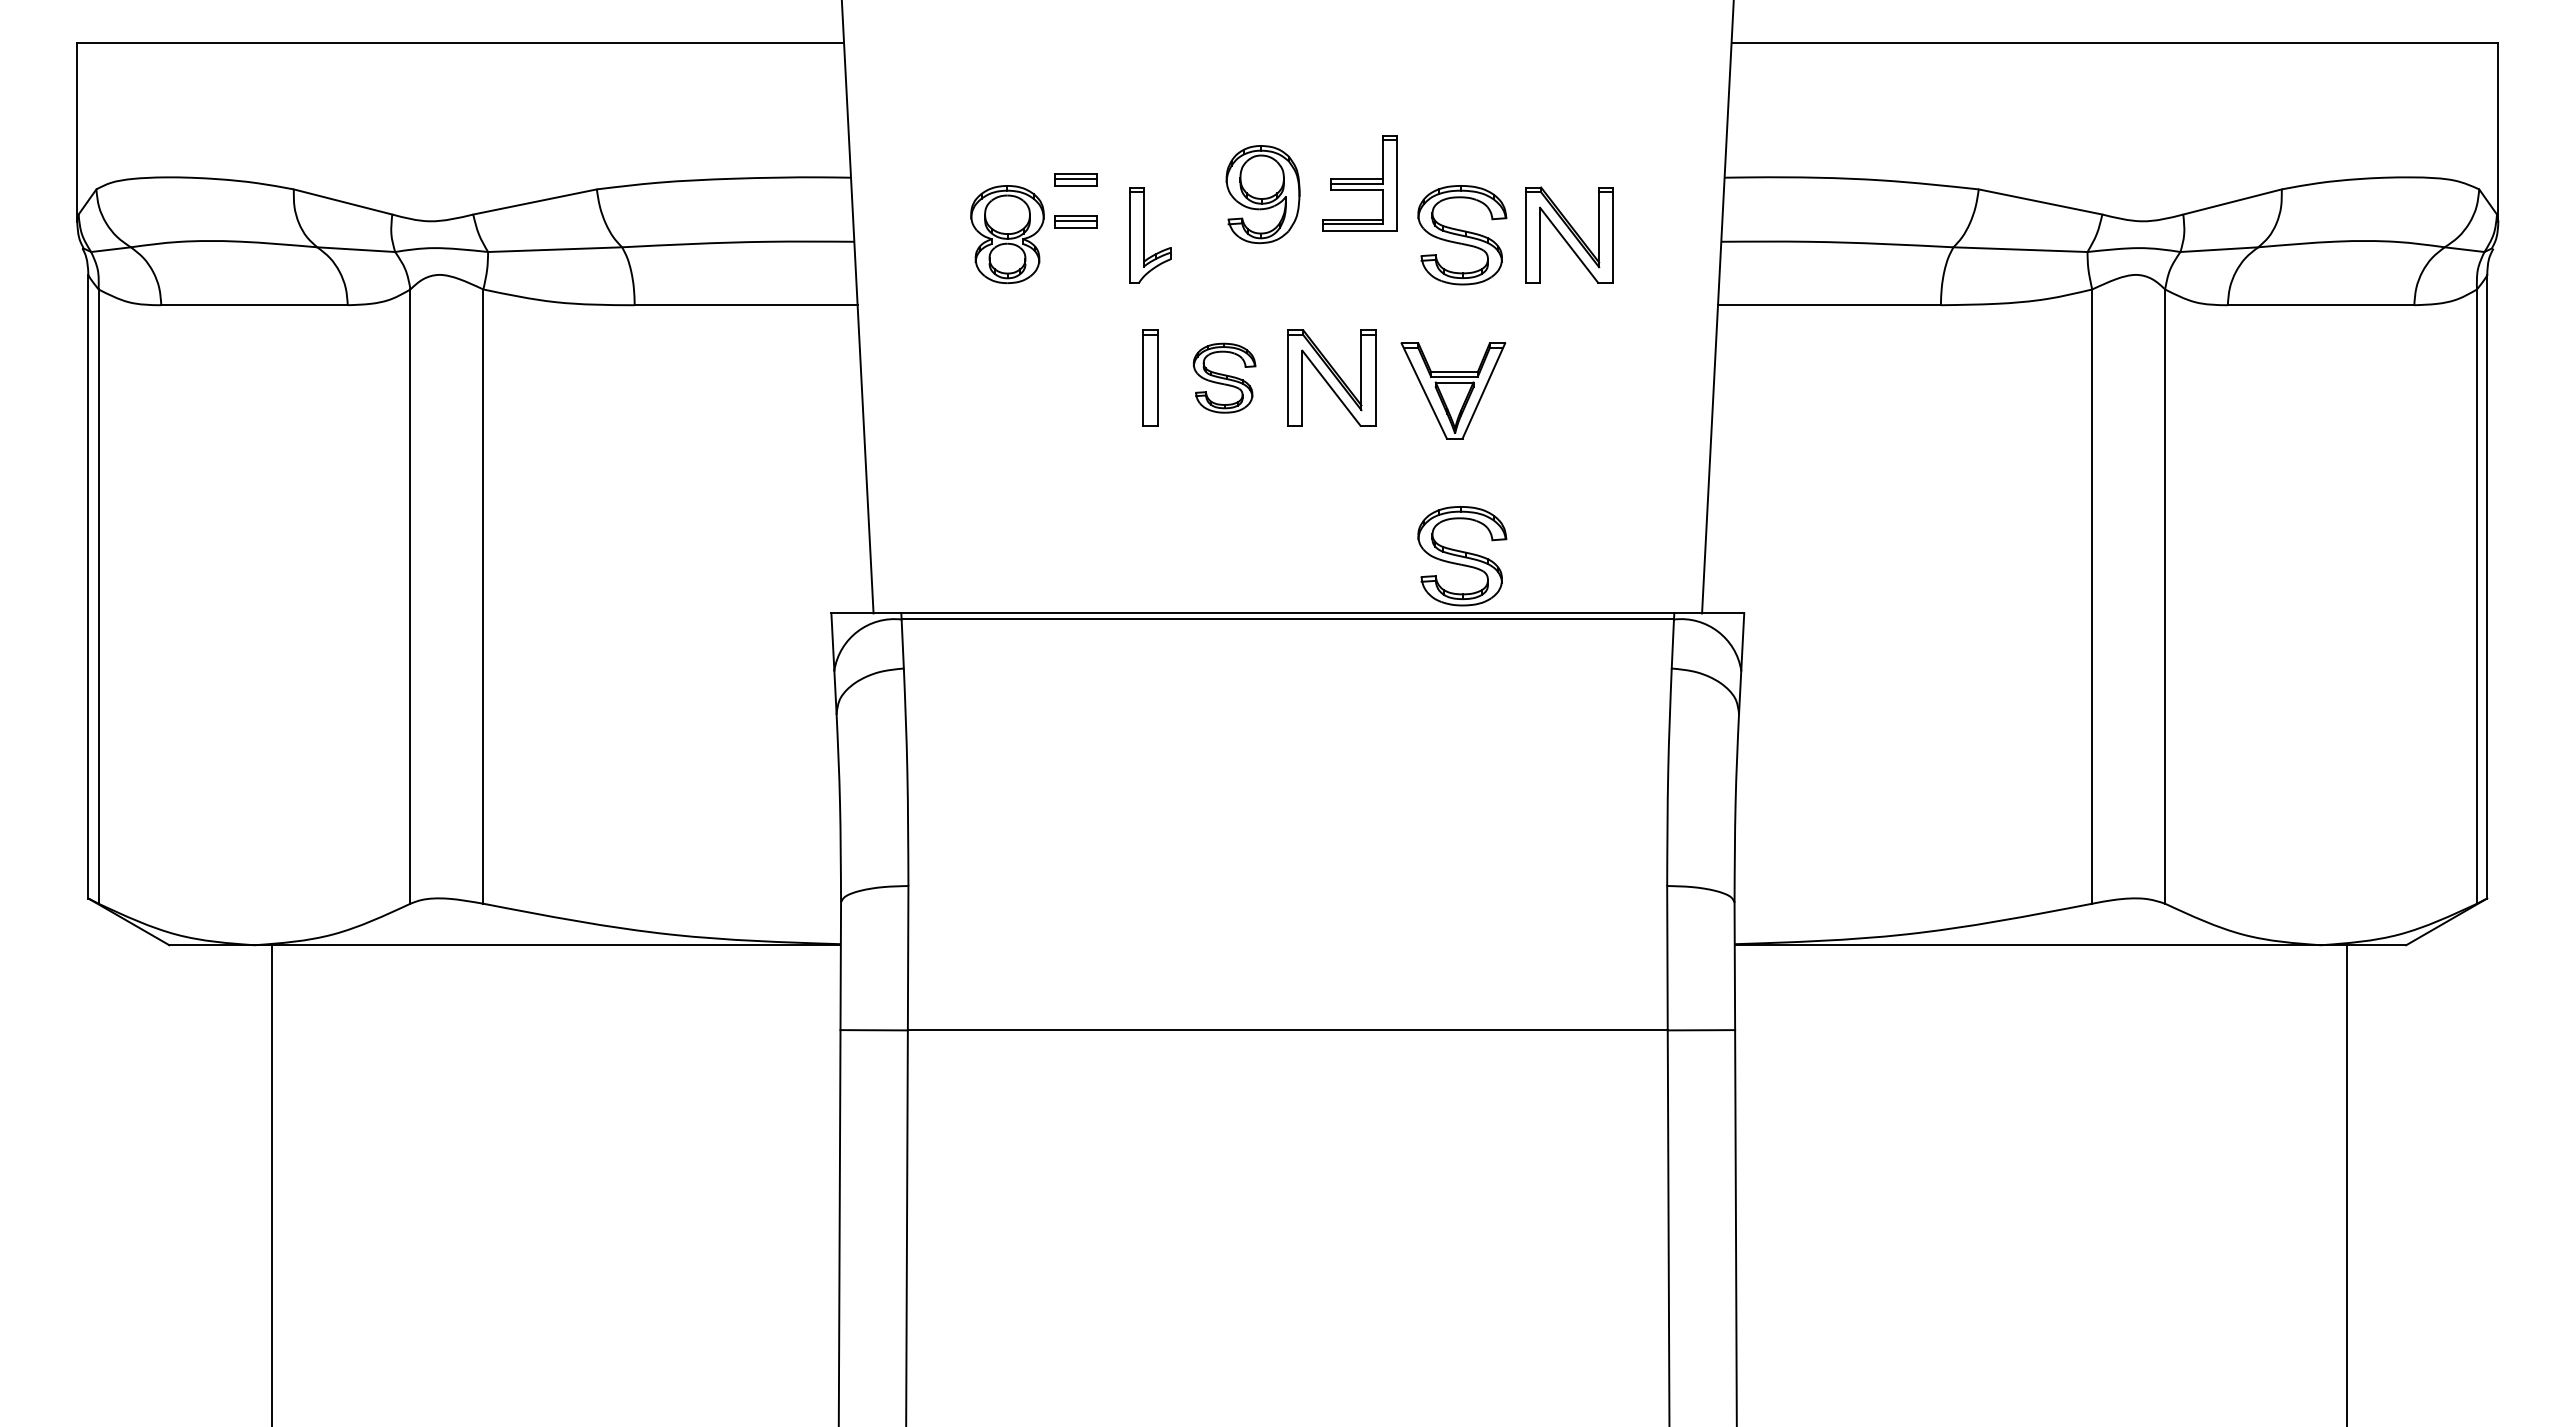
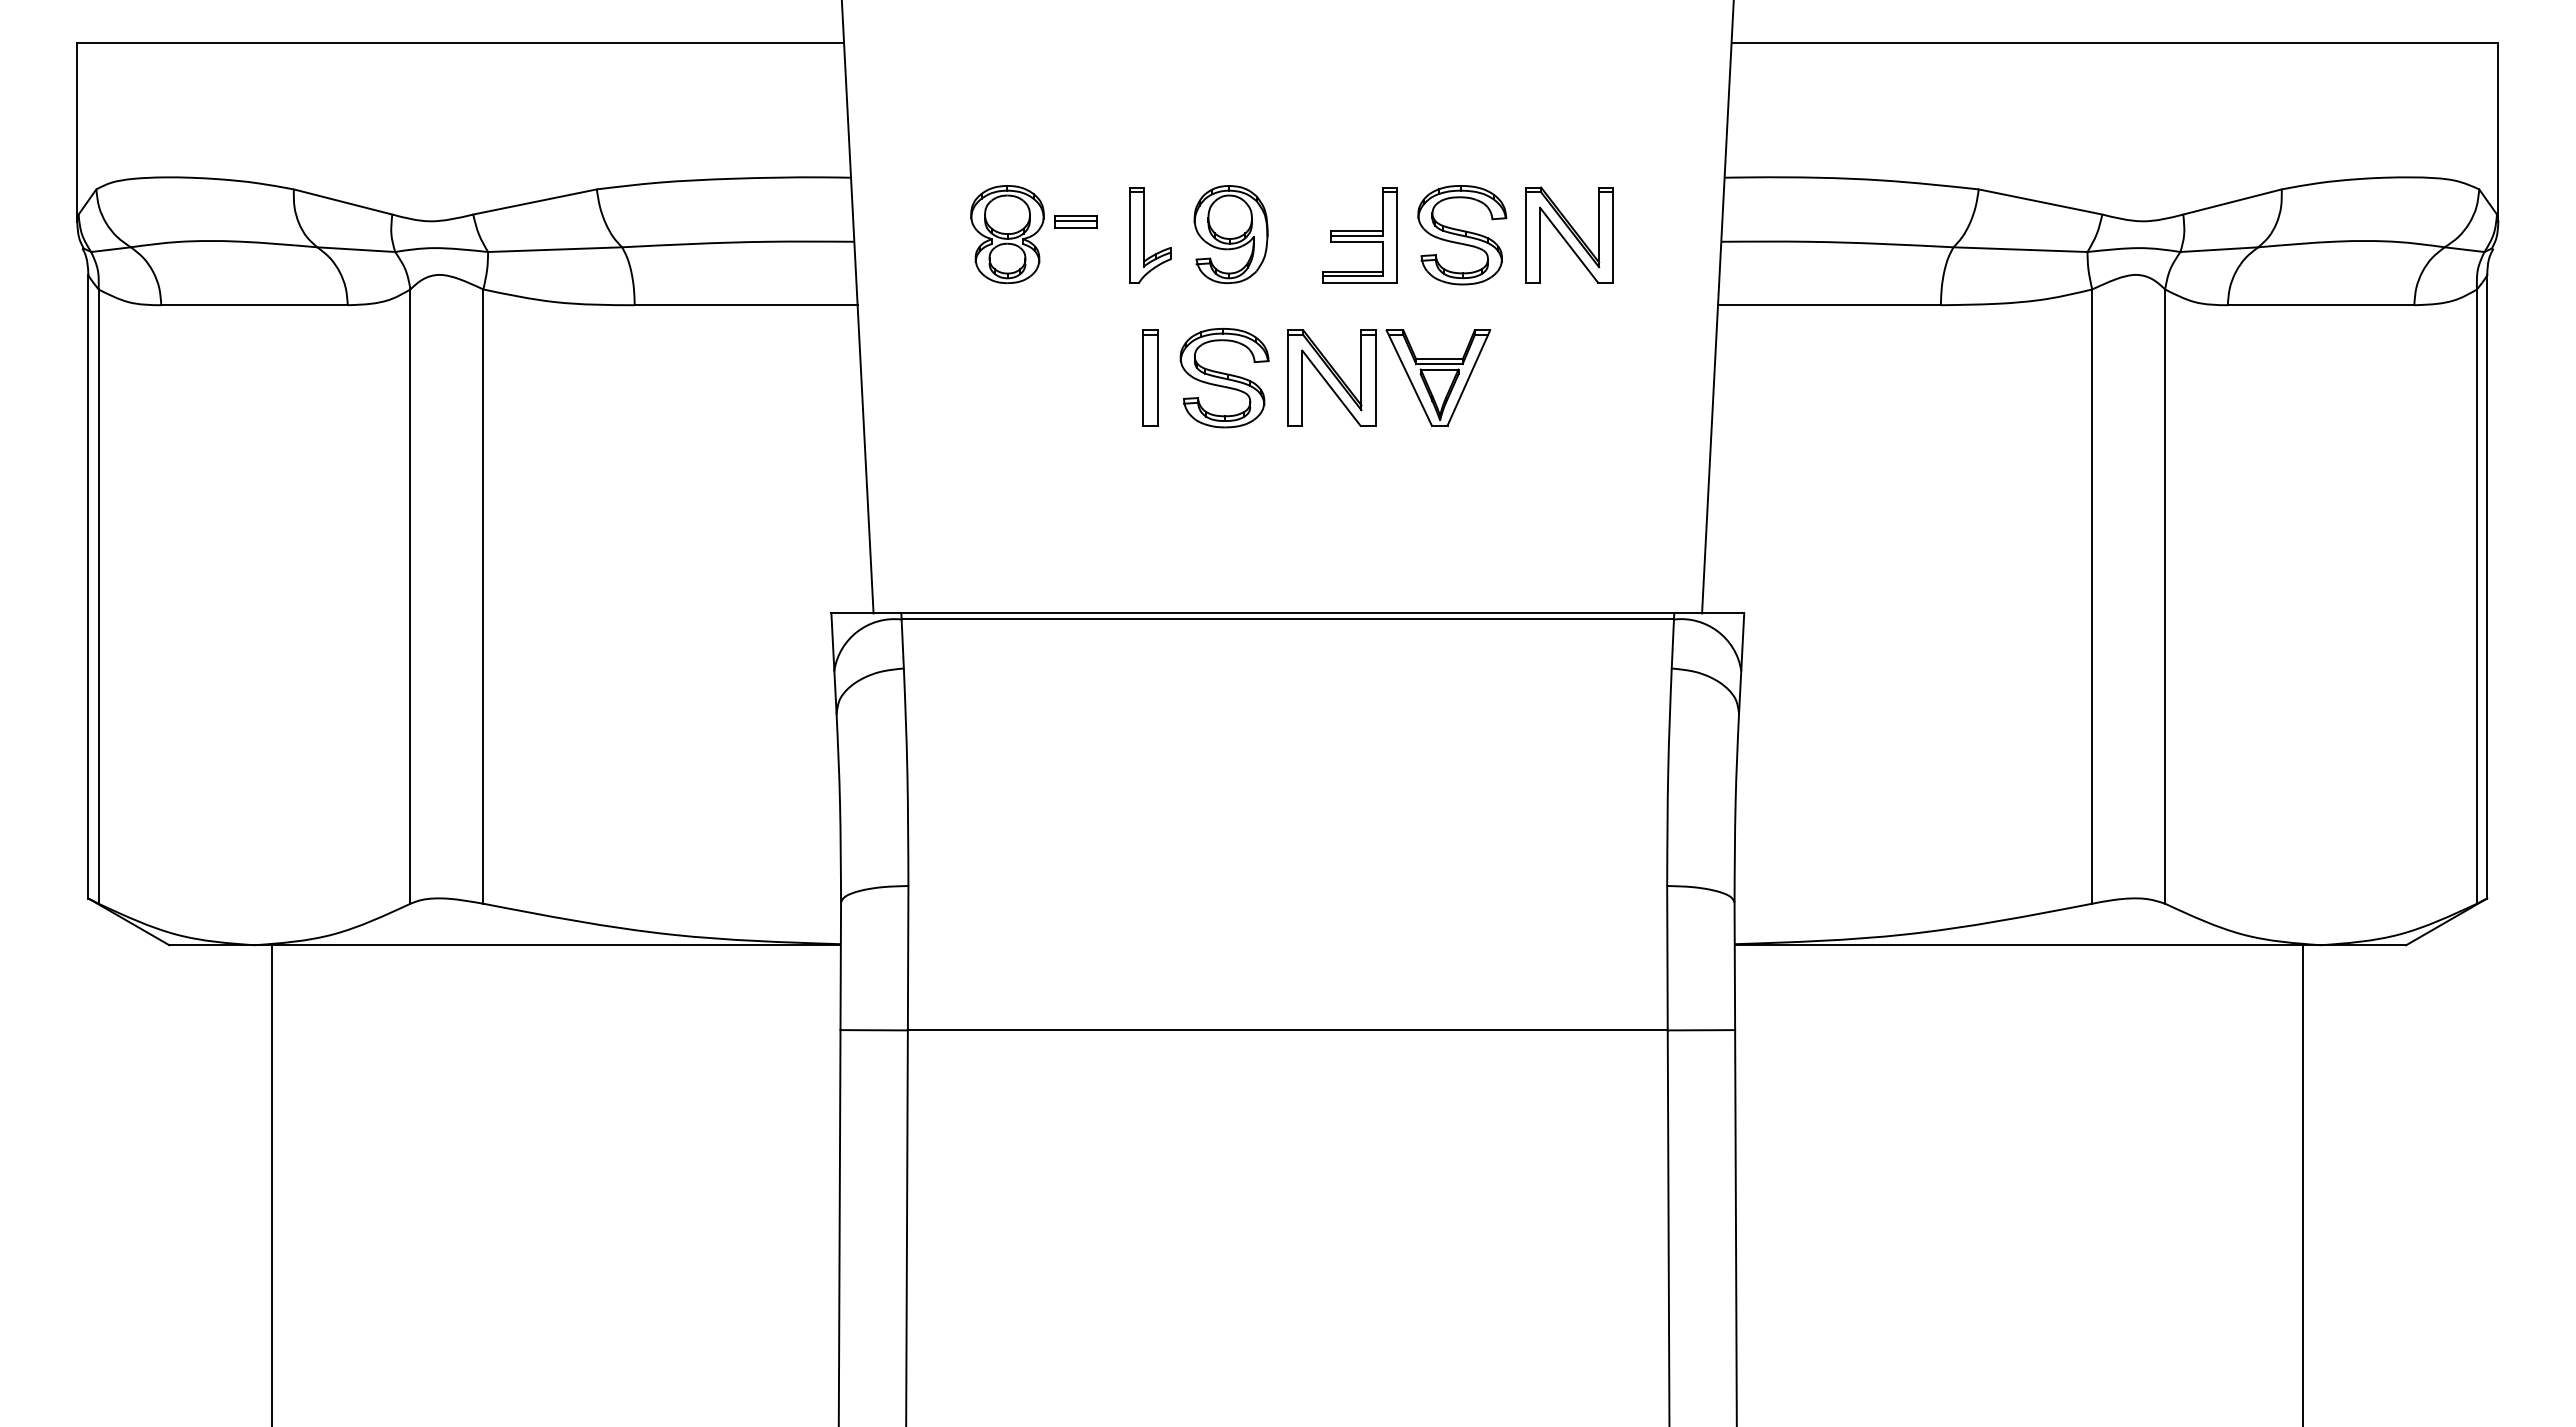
part at (1075, 179): present -> none
part at (1359, 183) position: (1359, 183) -> (1359, 235)
part at (1262, 194) position: (1262, 194) -> (1230, 234)
part at (1224, 377) size: 65x72 px -> 91x101 px
part at (1453, 390) position: (1453, 390) -> (1438, 377)
part at (1462, 556): present -> none
line at (2347, 1184) position: (2347, 1184) -> (2303, 1184)
